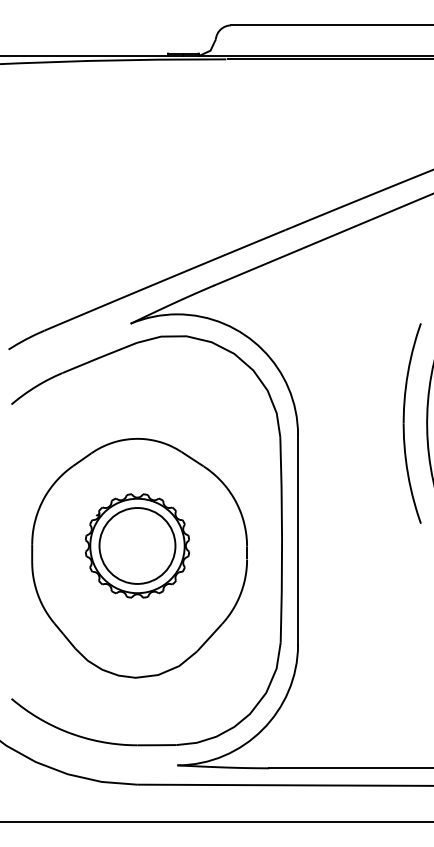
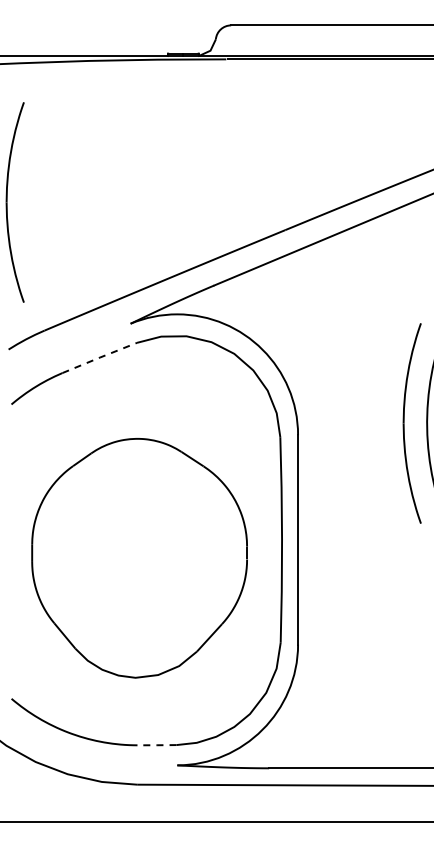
part at (7, 202): none -> present
line at (100, 357): solid -> dashed
part at (136, 545): present -> none
line at (157, 745): solid -> dashed
